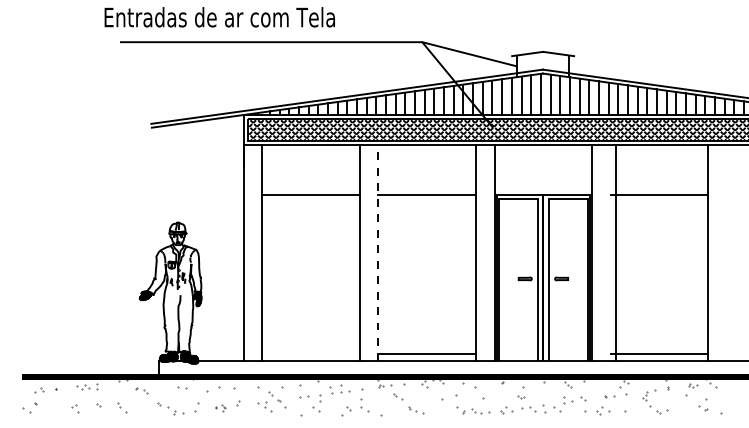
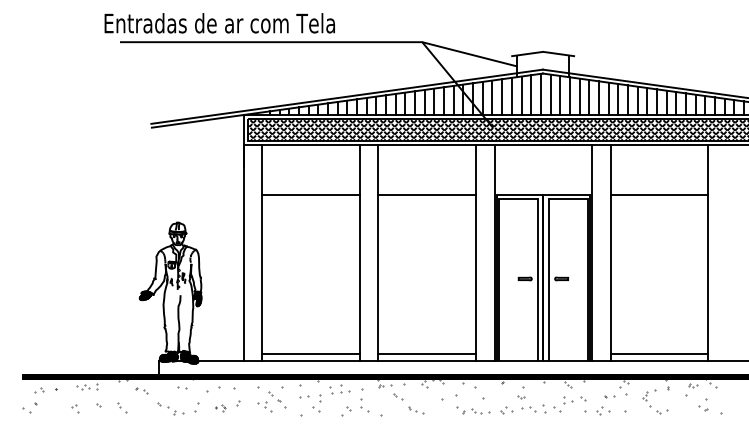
text at (219, 17) position: (219, 17) -> (219, 23)
line at (378, 252): dashed -> solid
line at (615, 252) position: (615, 252) -> (610, 252)
line at (310, 353): none -> present
